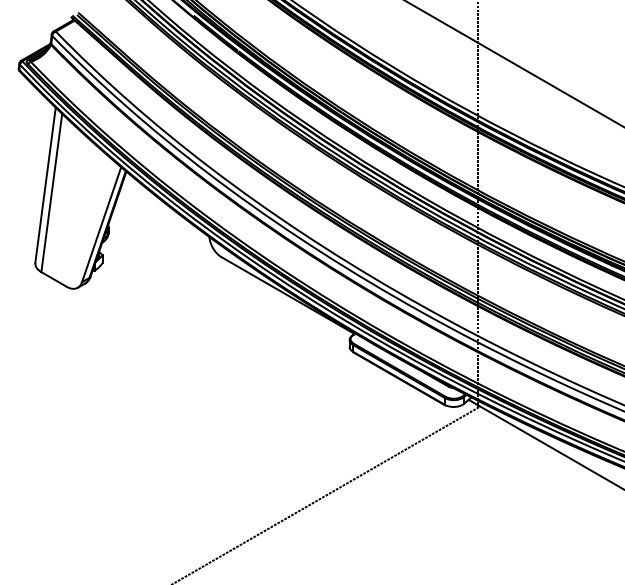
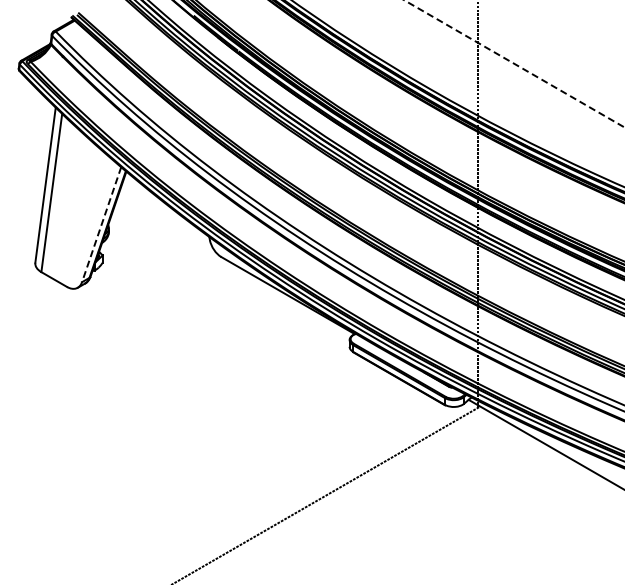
line at (514, 63): solid -> dashed
line at (101, 224): solid -> dashed
